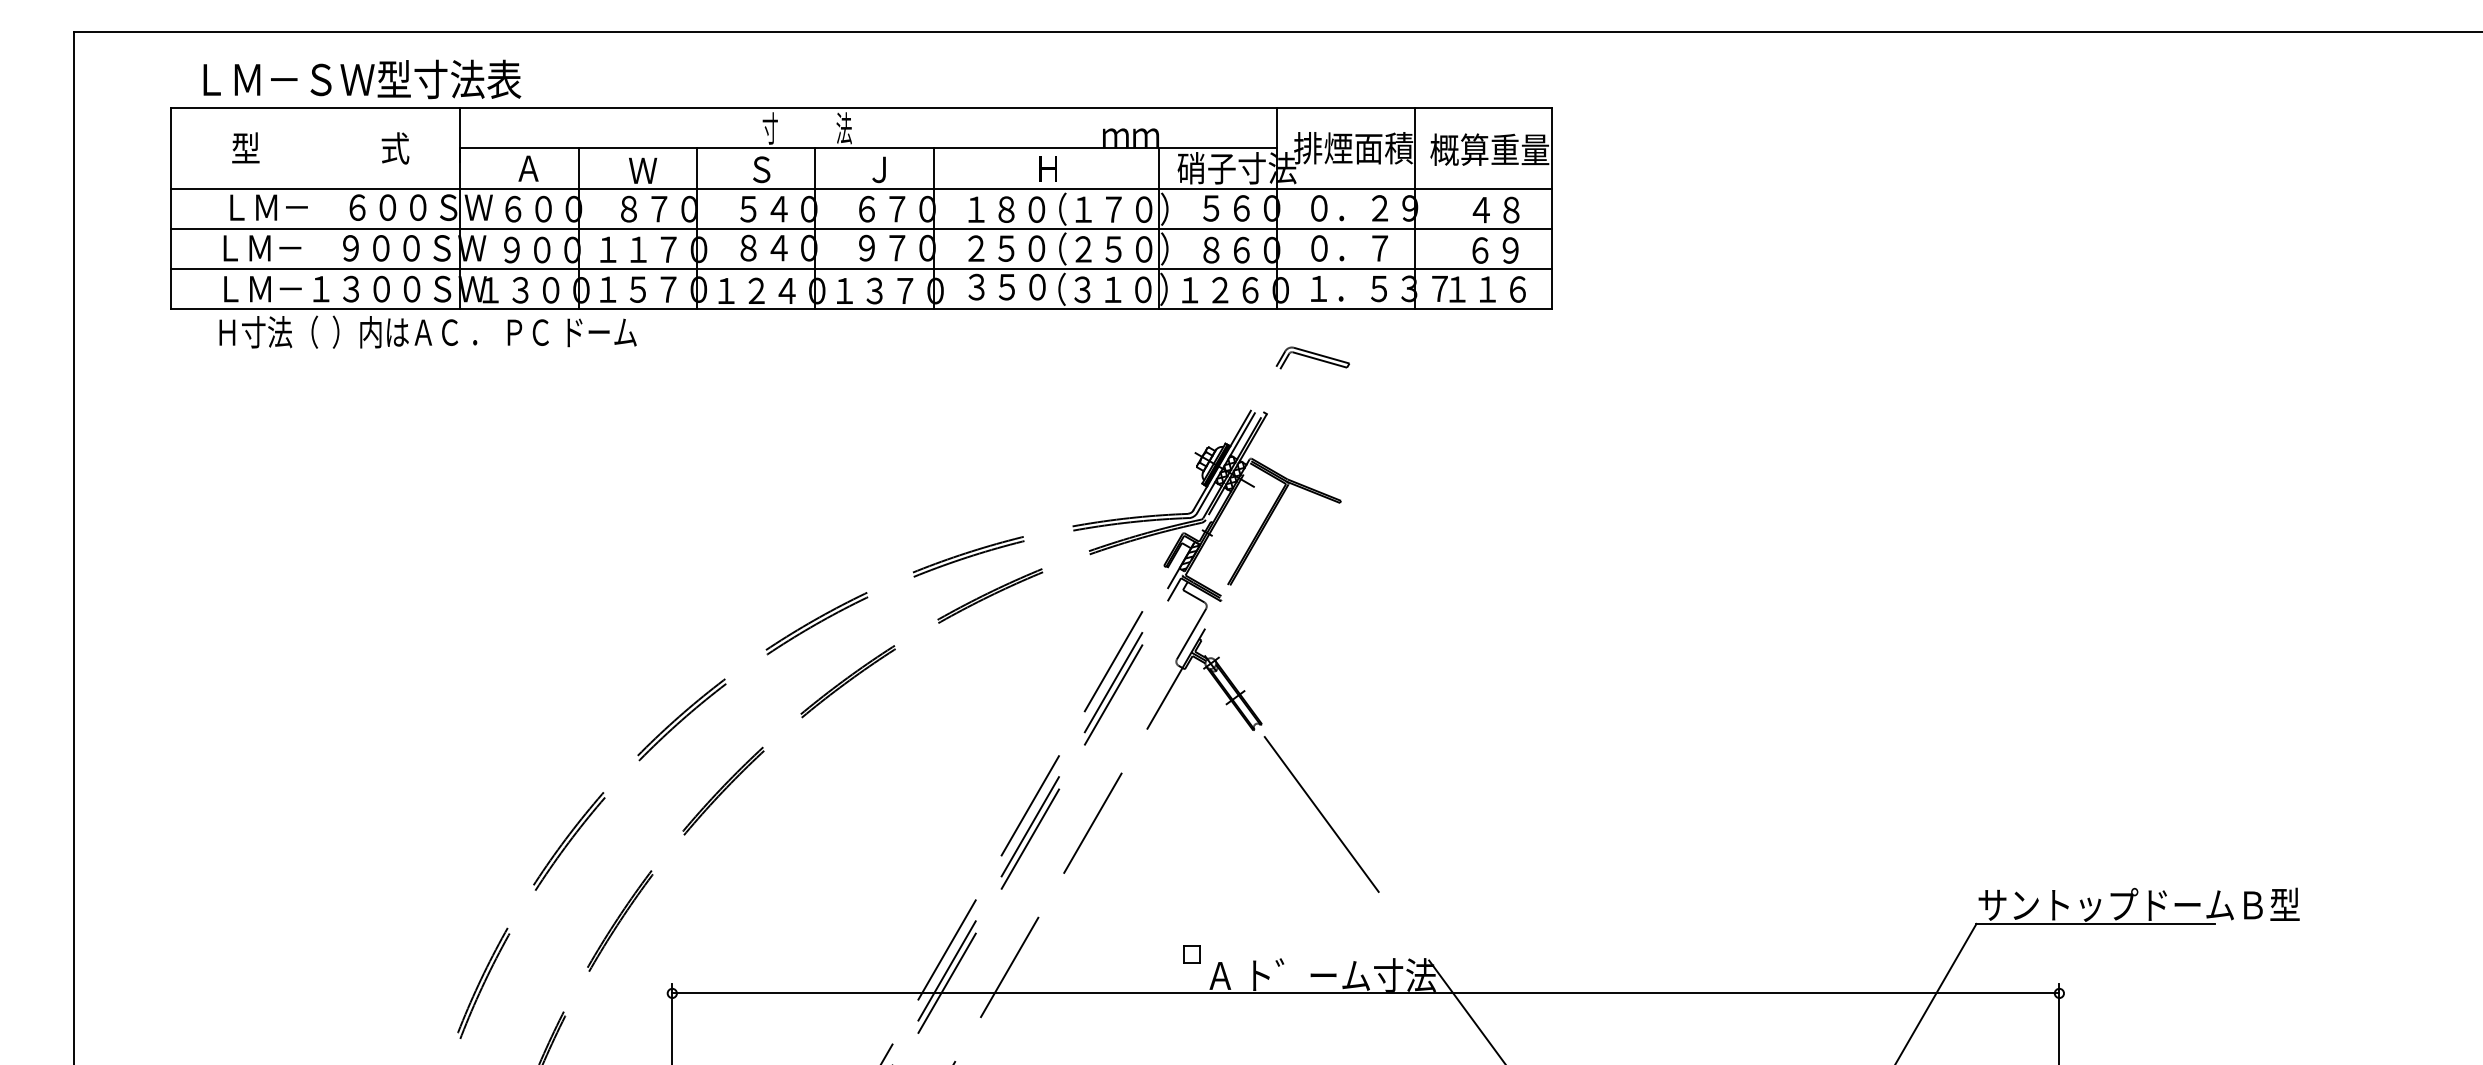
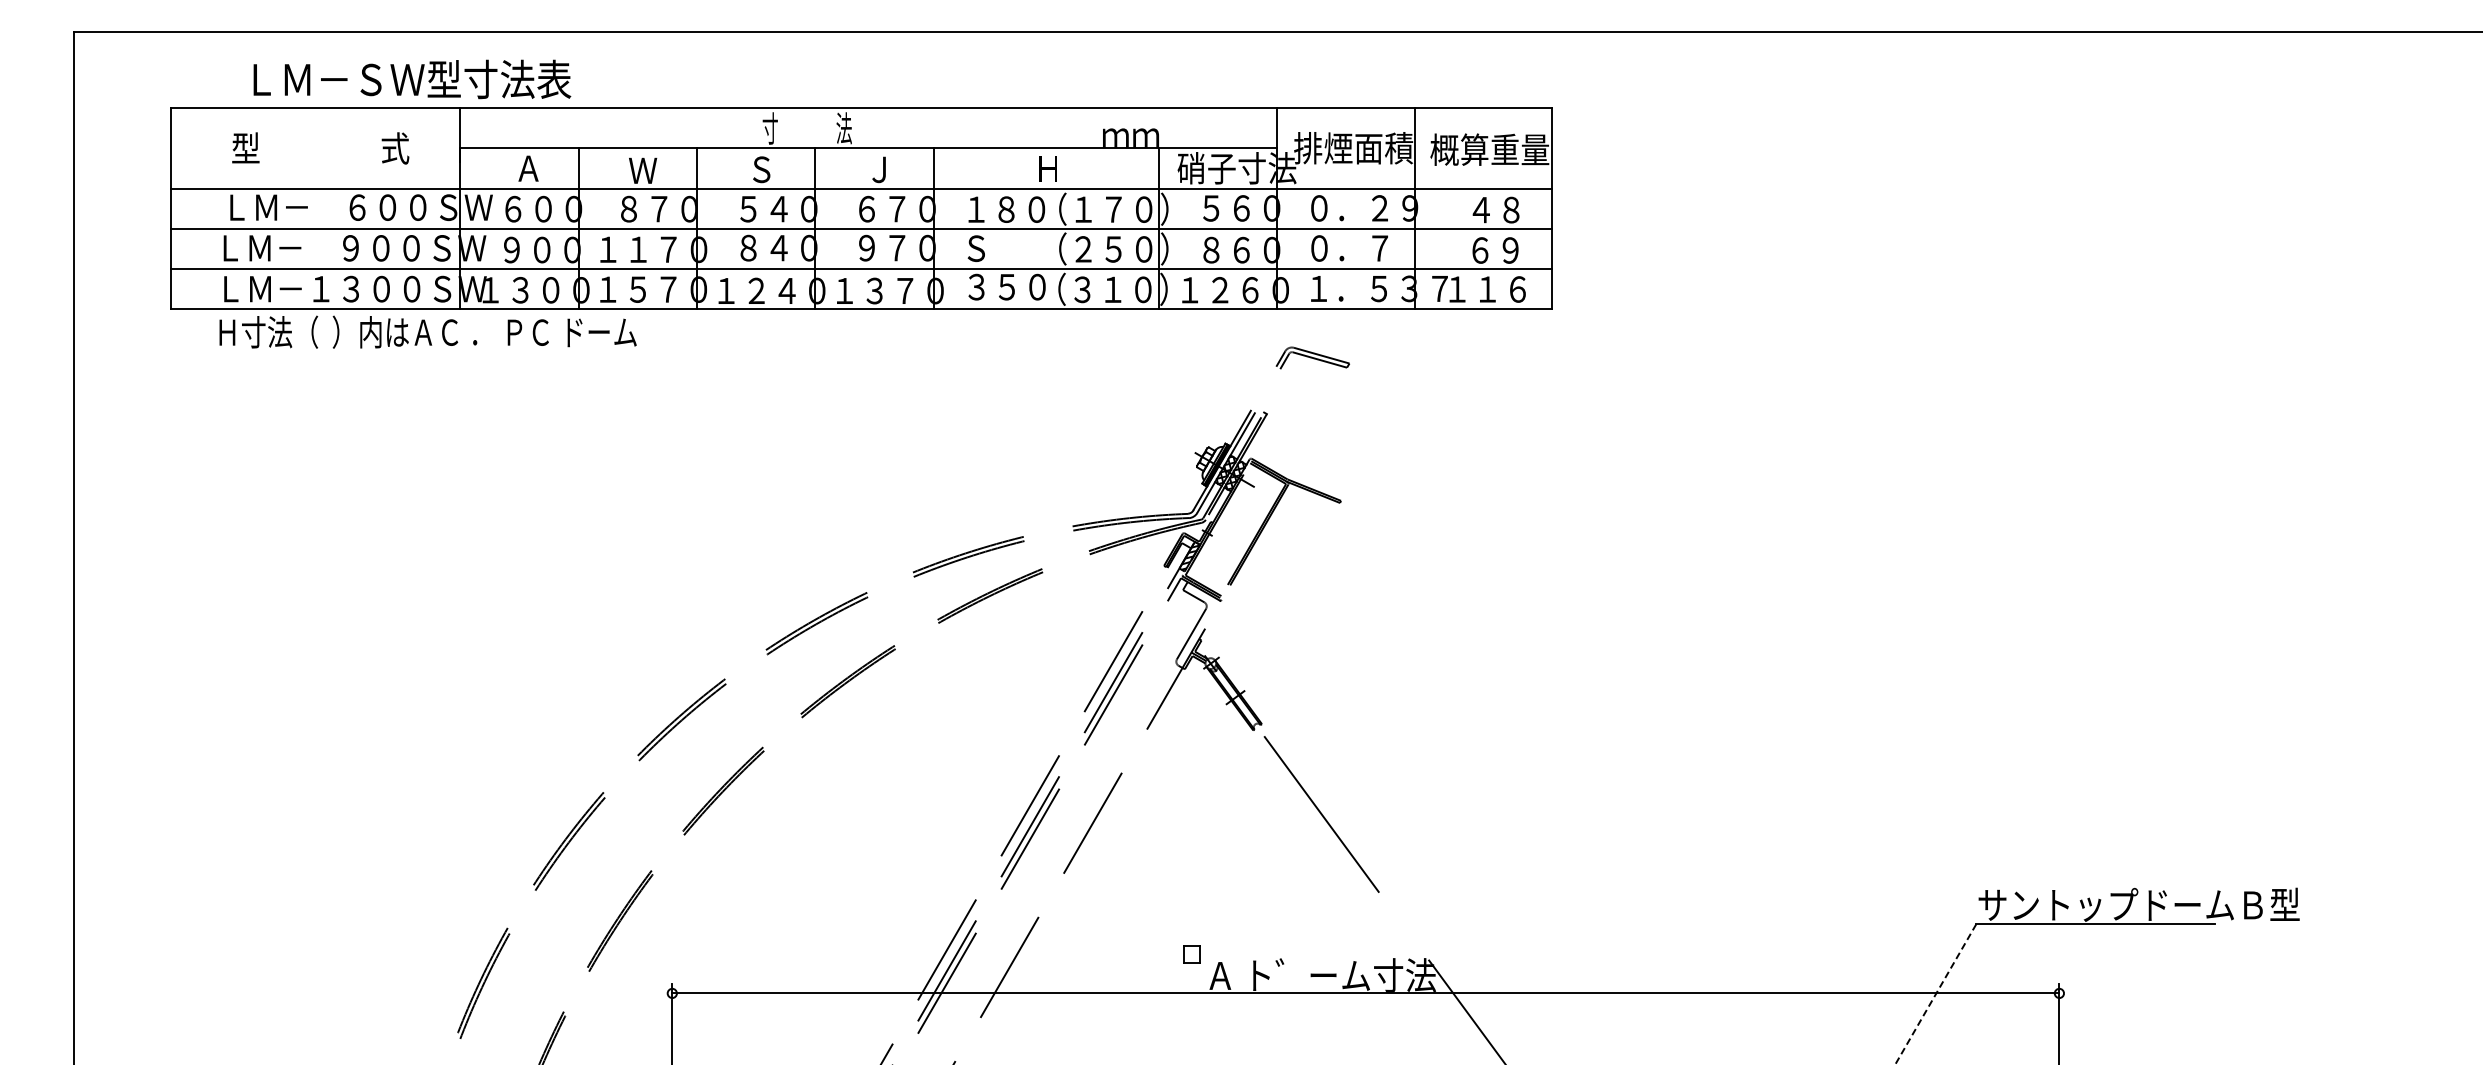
text at (362, 79) position: (362, 79) -> (412, 79)
text at (1006, 248): ２５０ -> Ｓ
line at (1936, 993): solid -> dashed
